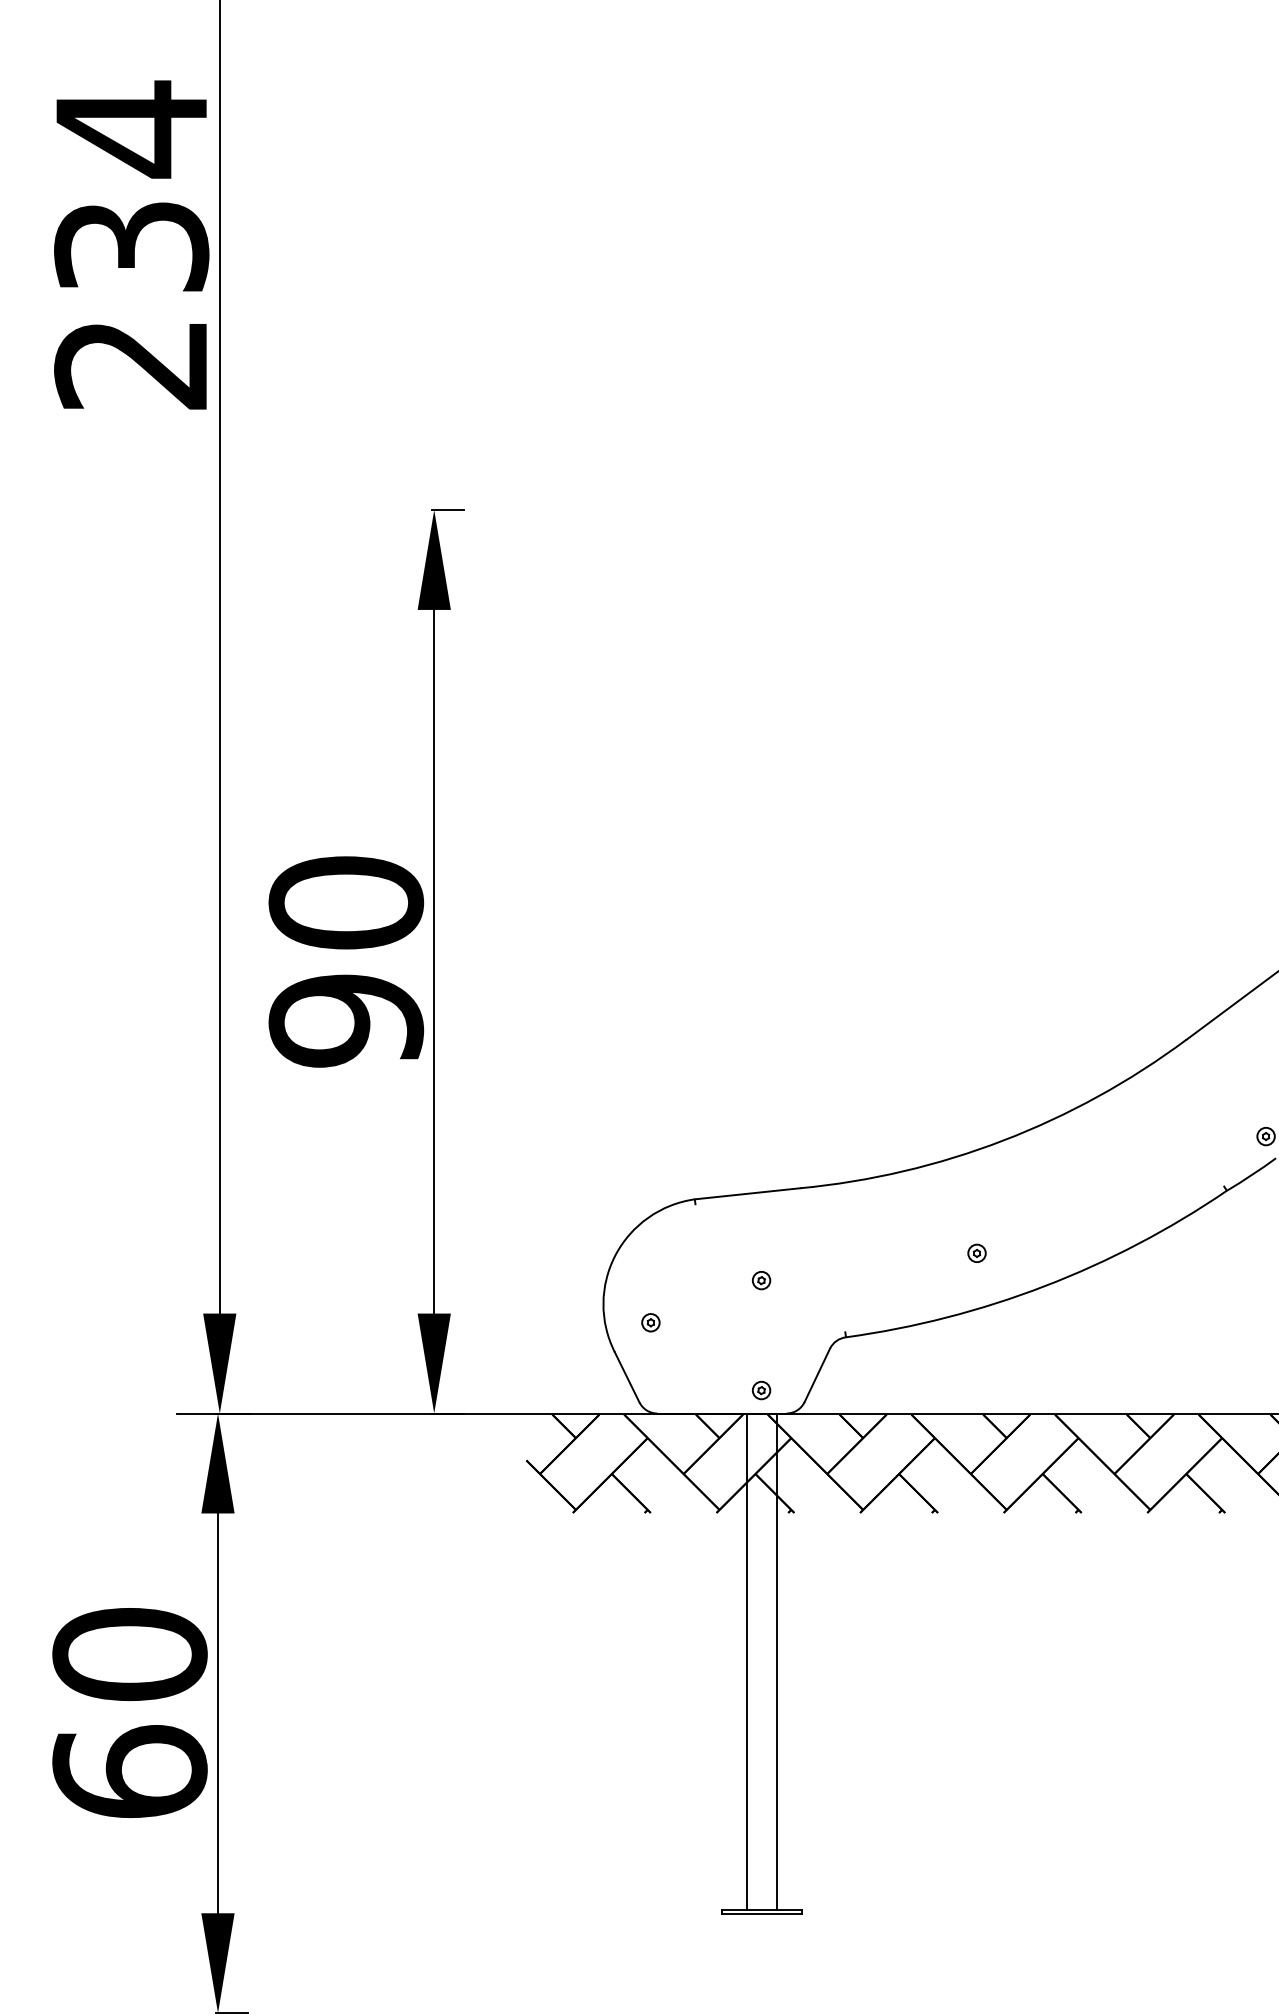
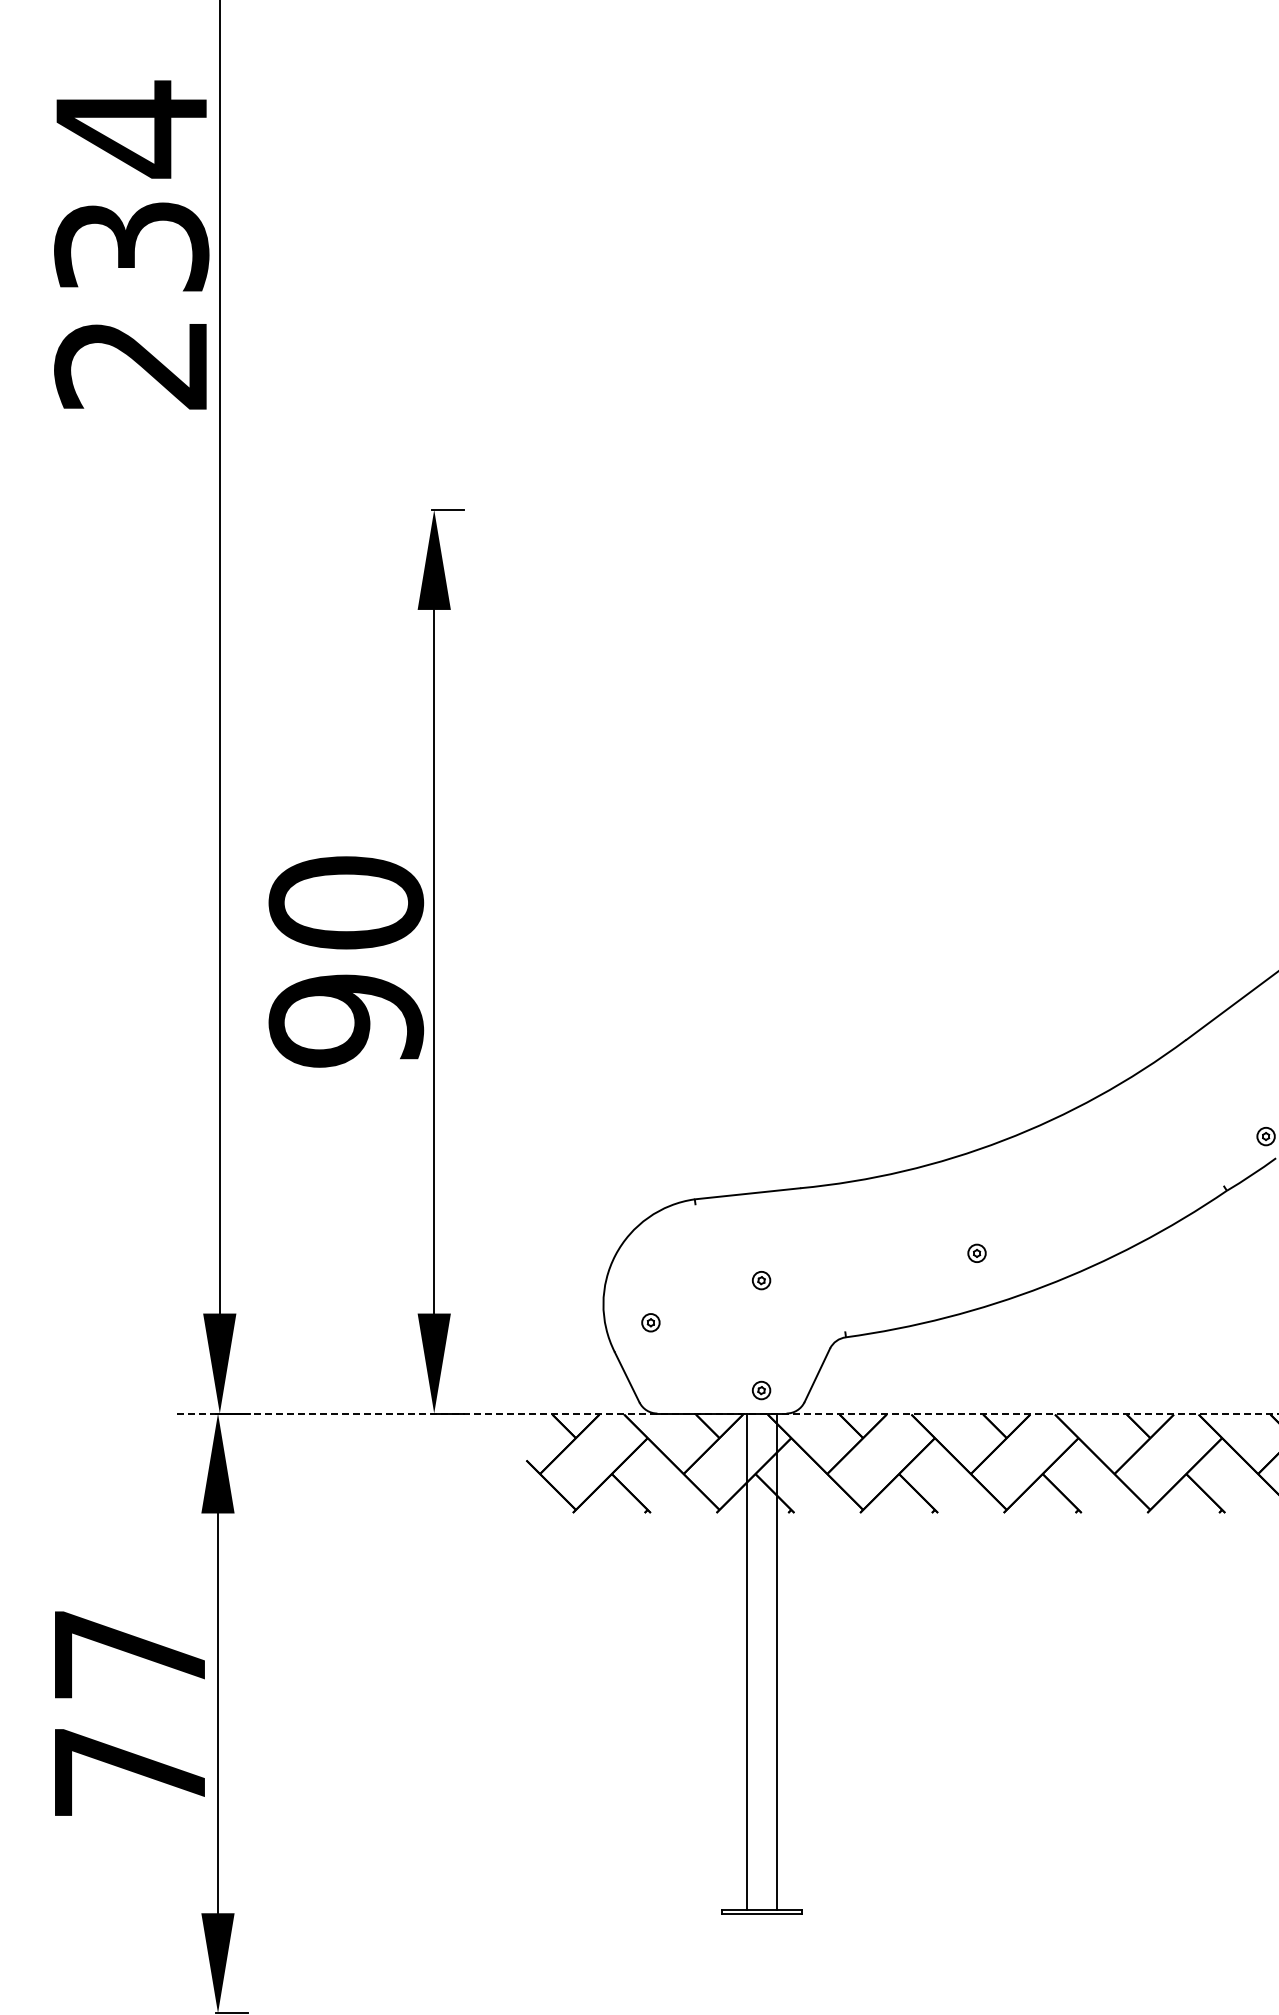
line at (727, 1413): solid -> dashed
text at (129, 1713): 60 -> 77
